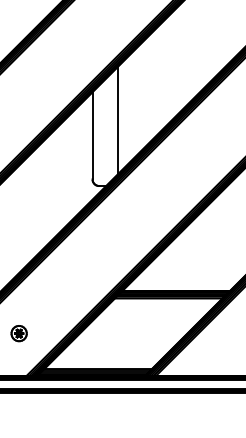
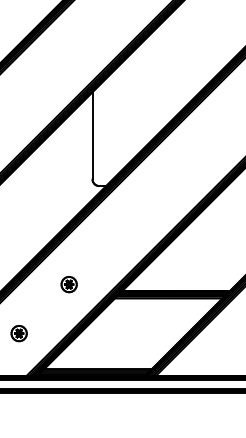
line at (118, 120): present -> none
part at (68, 284): none -> present
